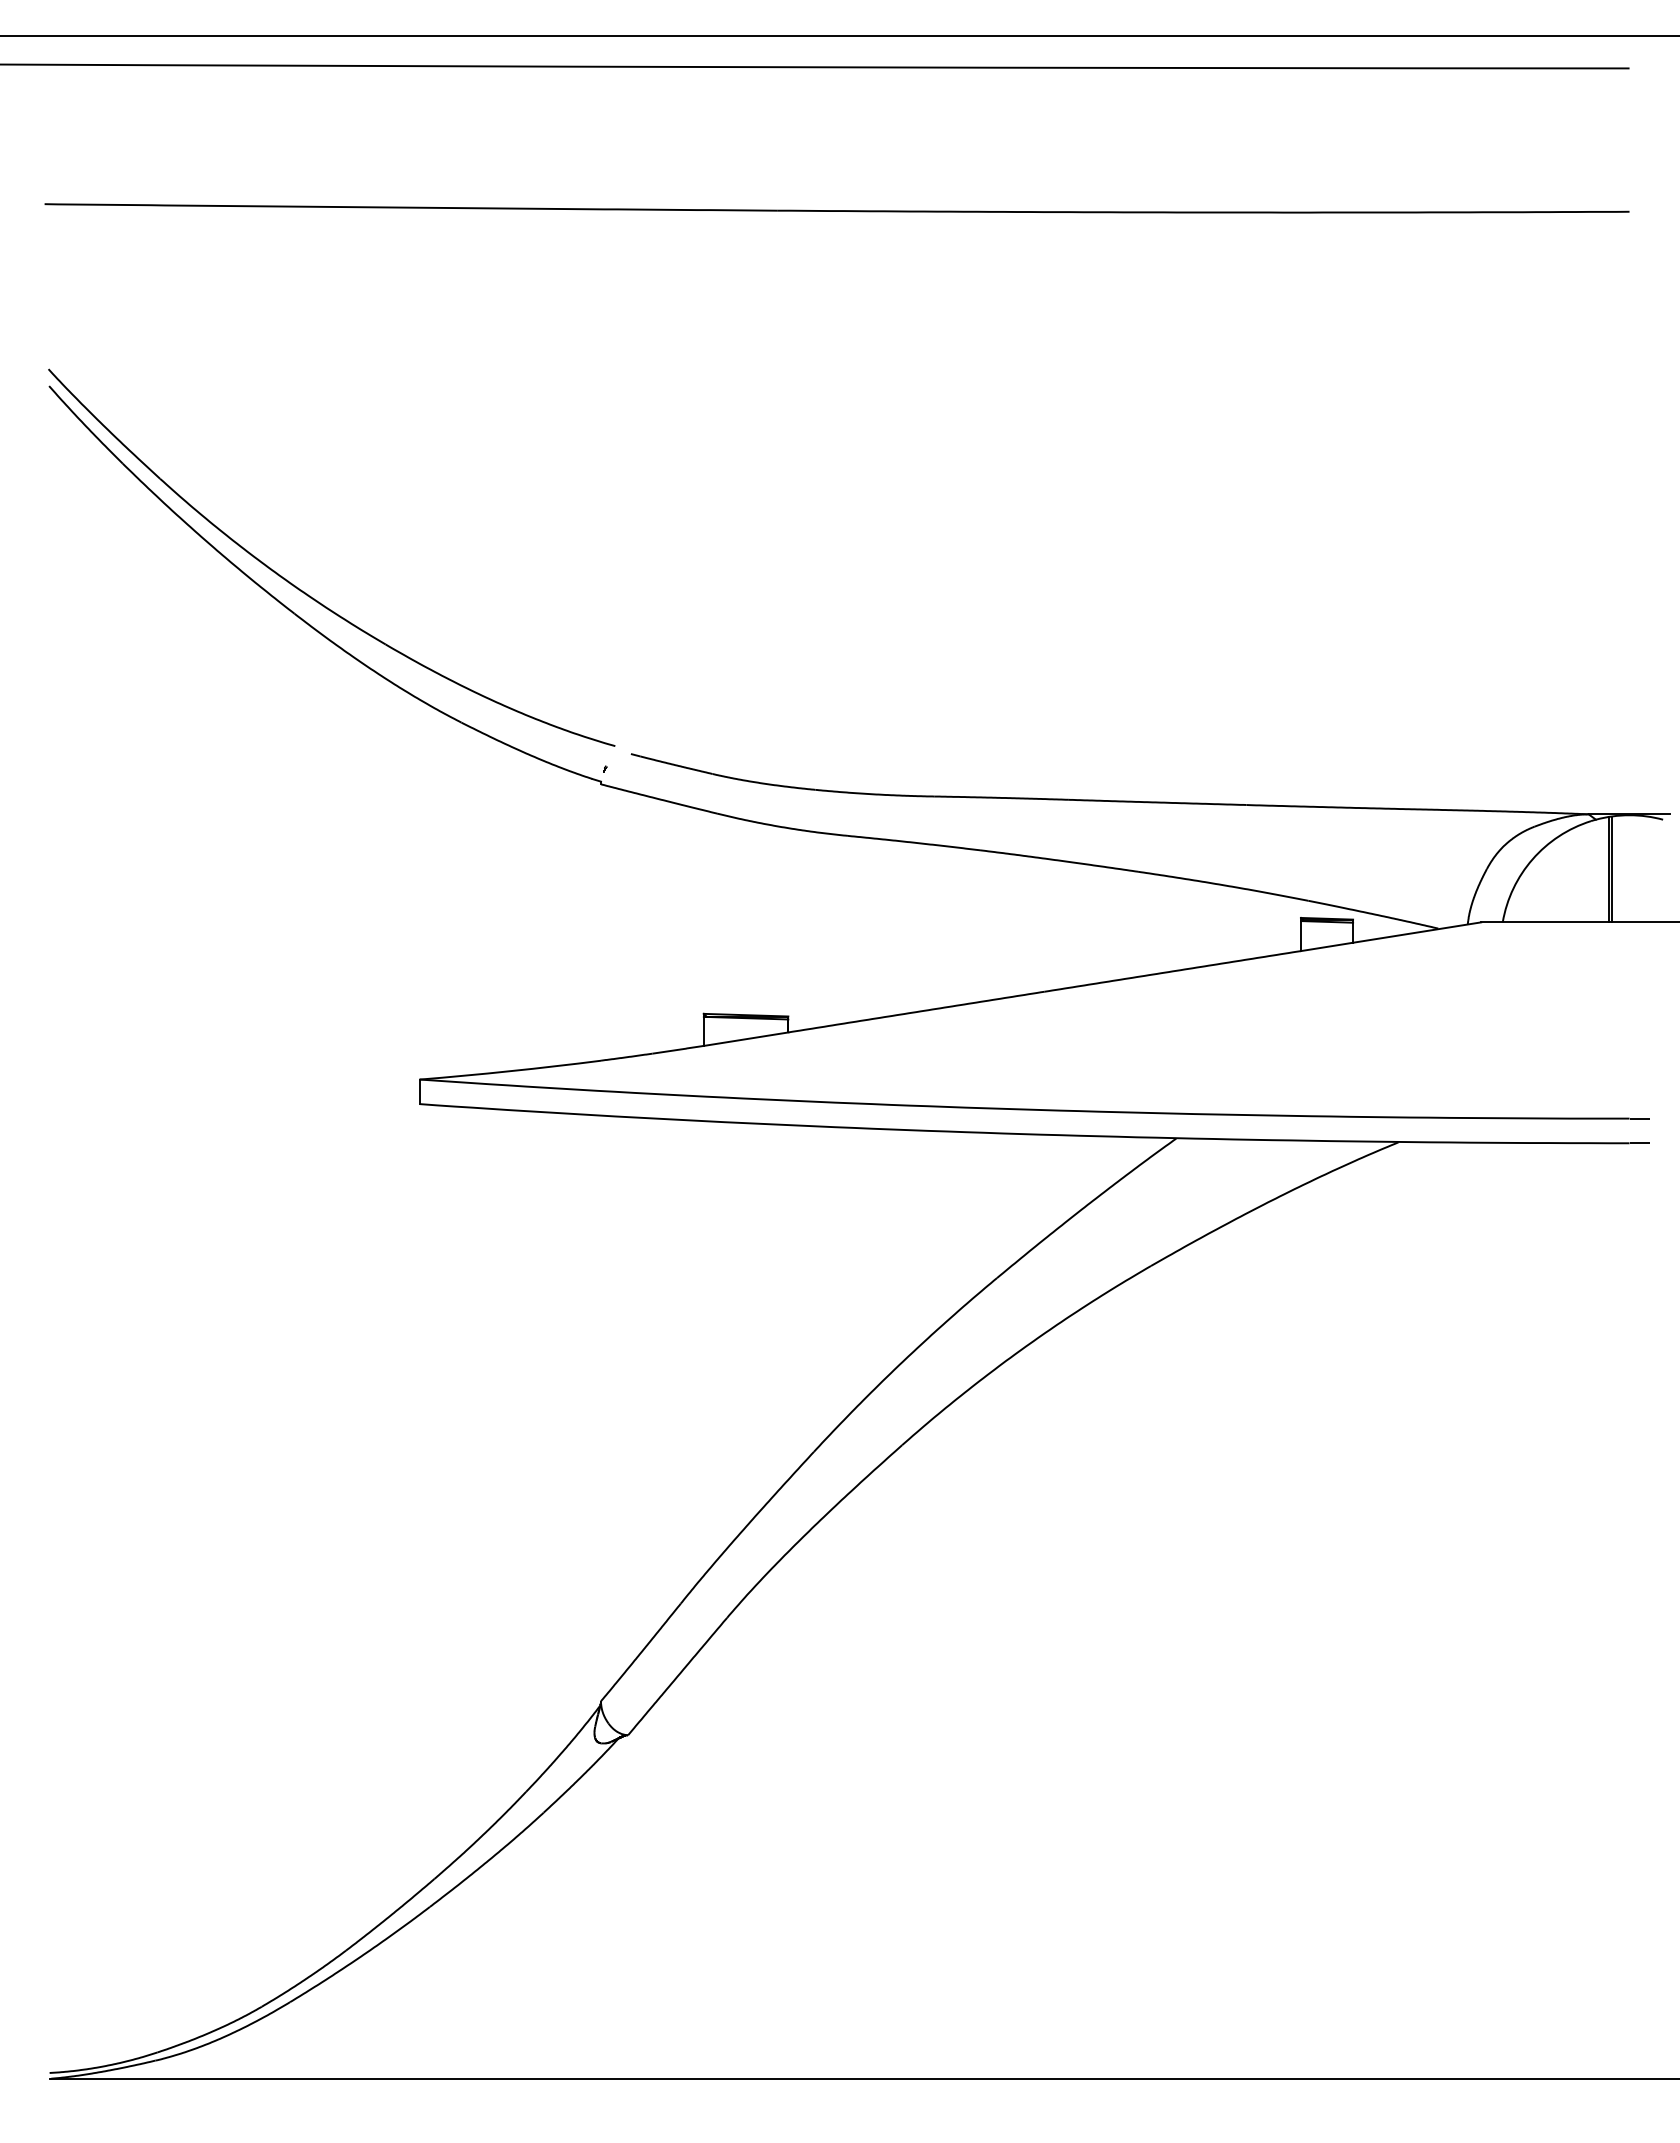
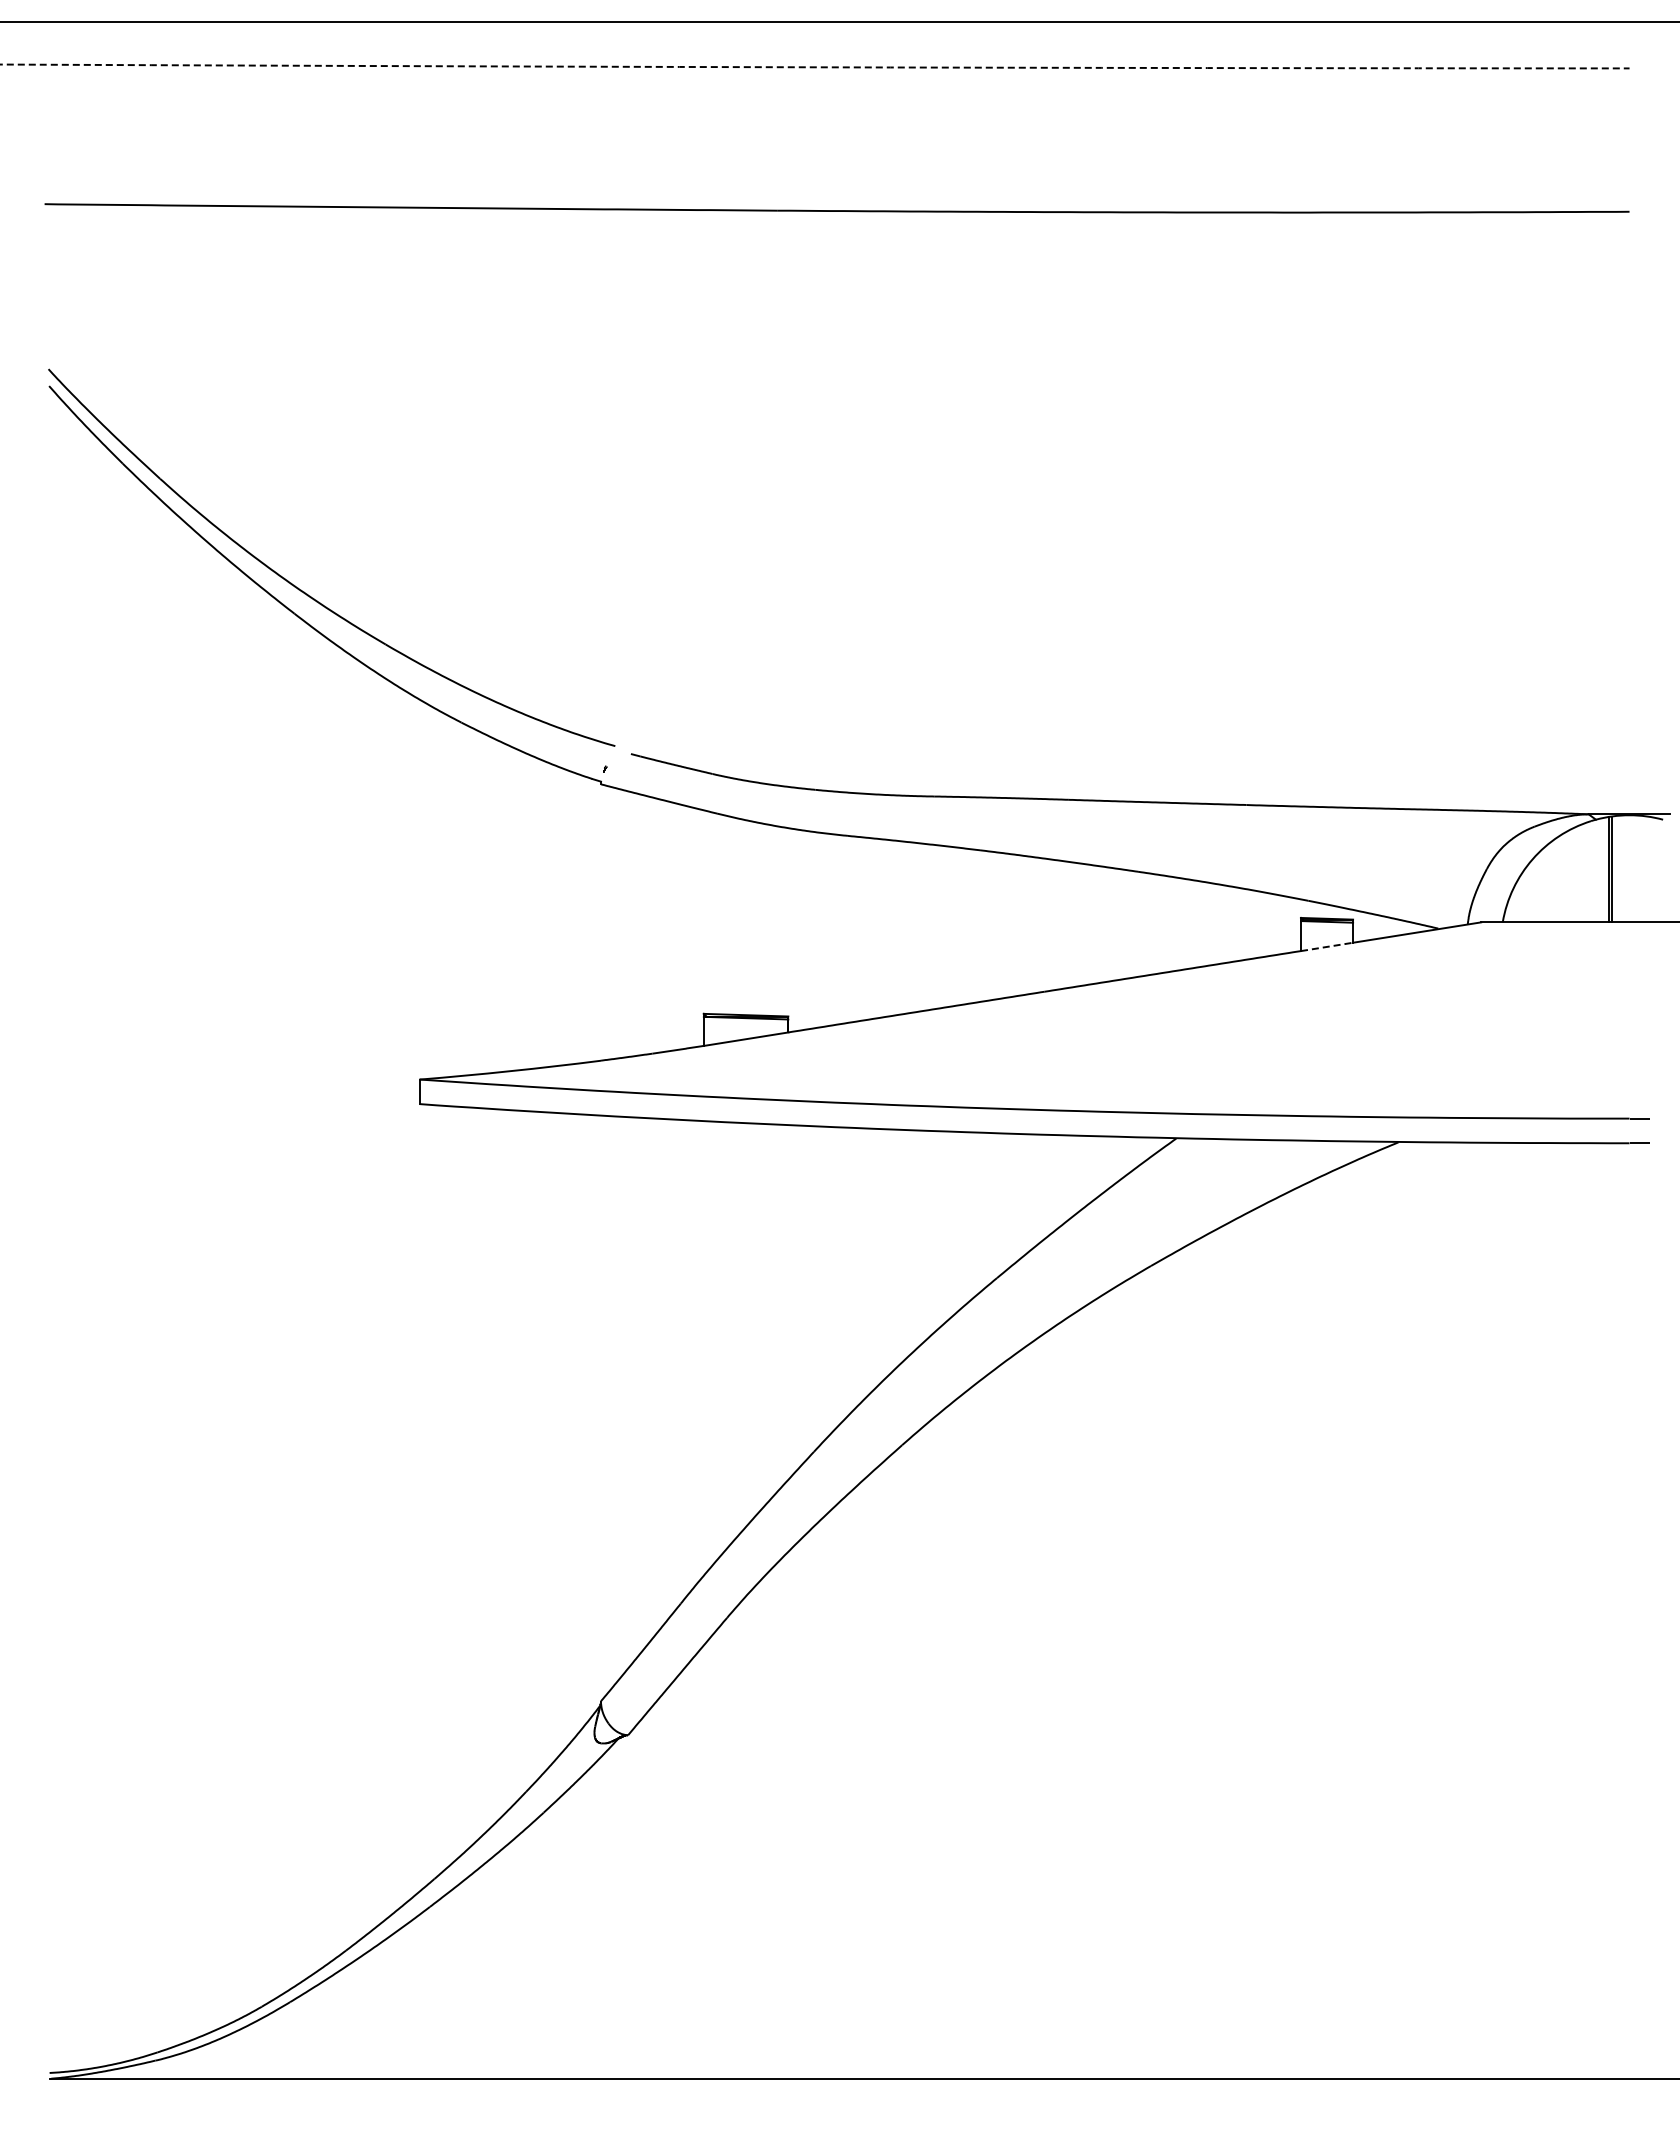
line at (839, 35) position: (839, 35) -> (839, 21)
arc at (815, 67): solid -> dashed
line at (1327, 946): solid -> dashed
